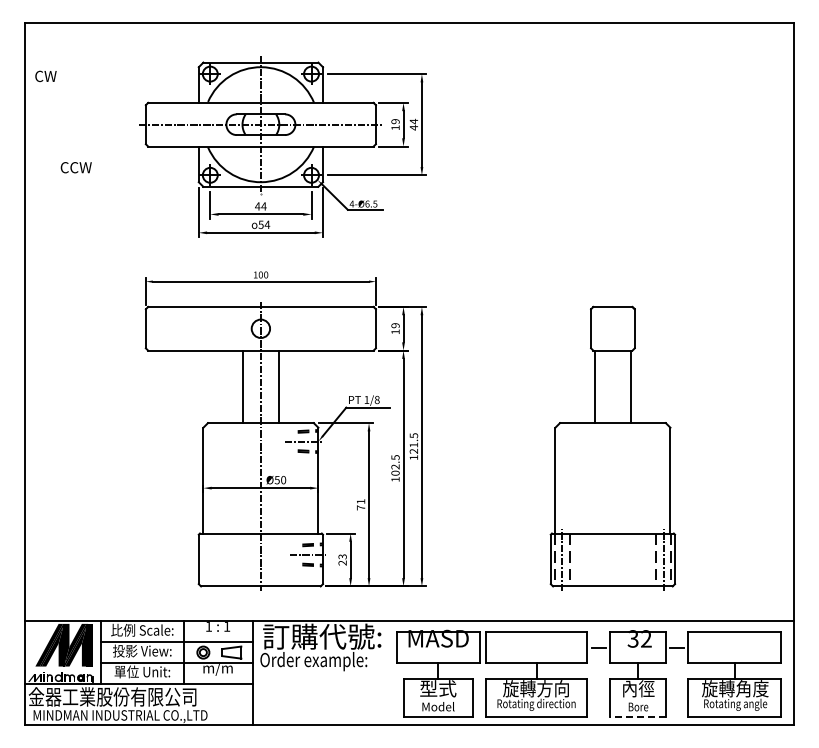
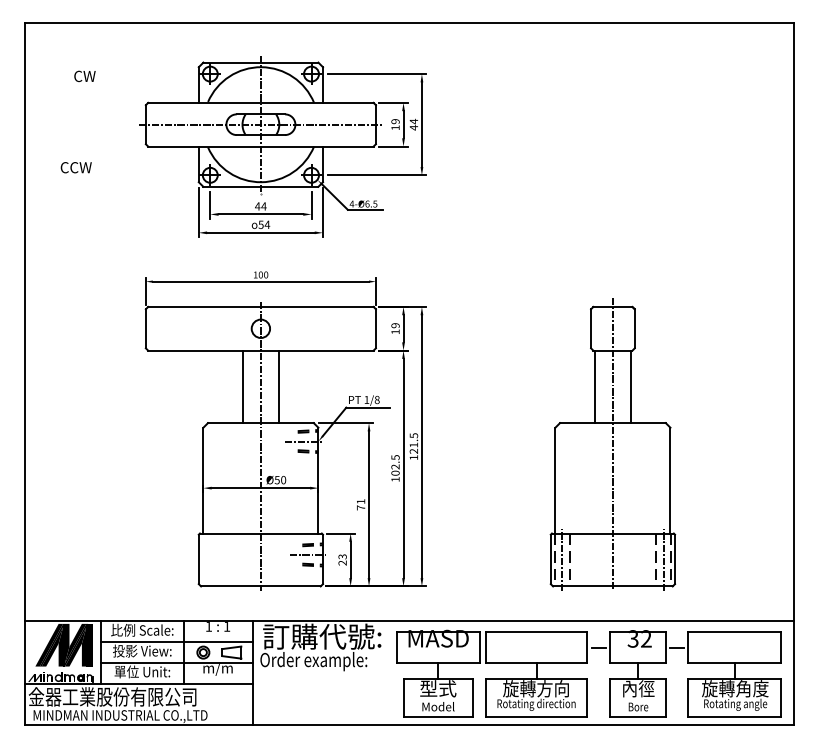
text at (45, 76) position: (45, 76) -> (84, 76)
line at (612, 444): none -> present
line at (638, 716): dashed -> solid
